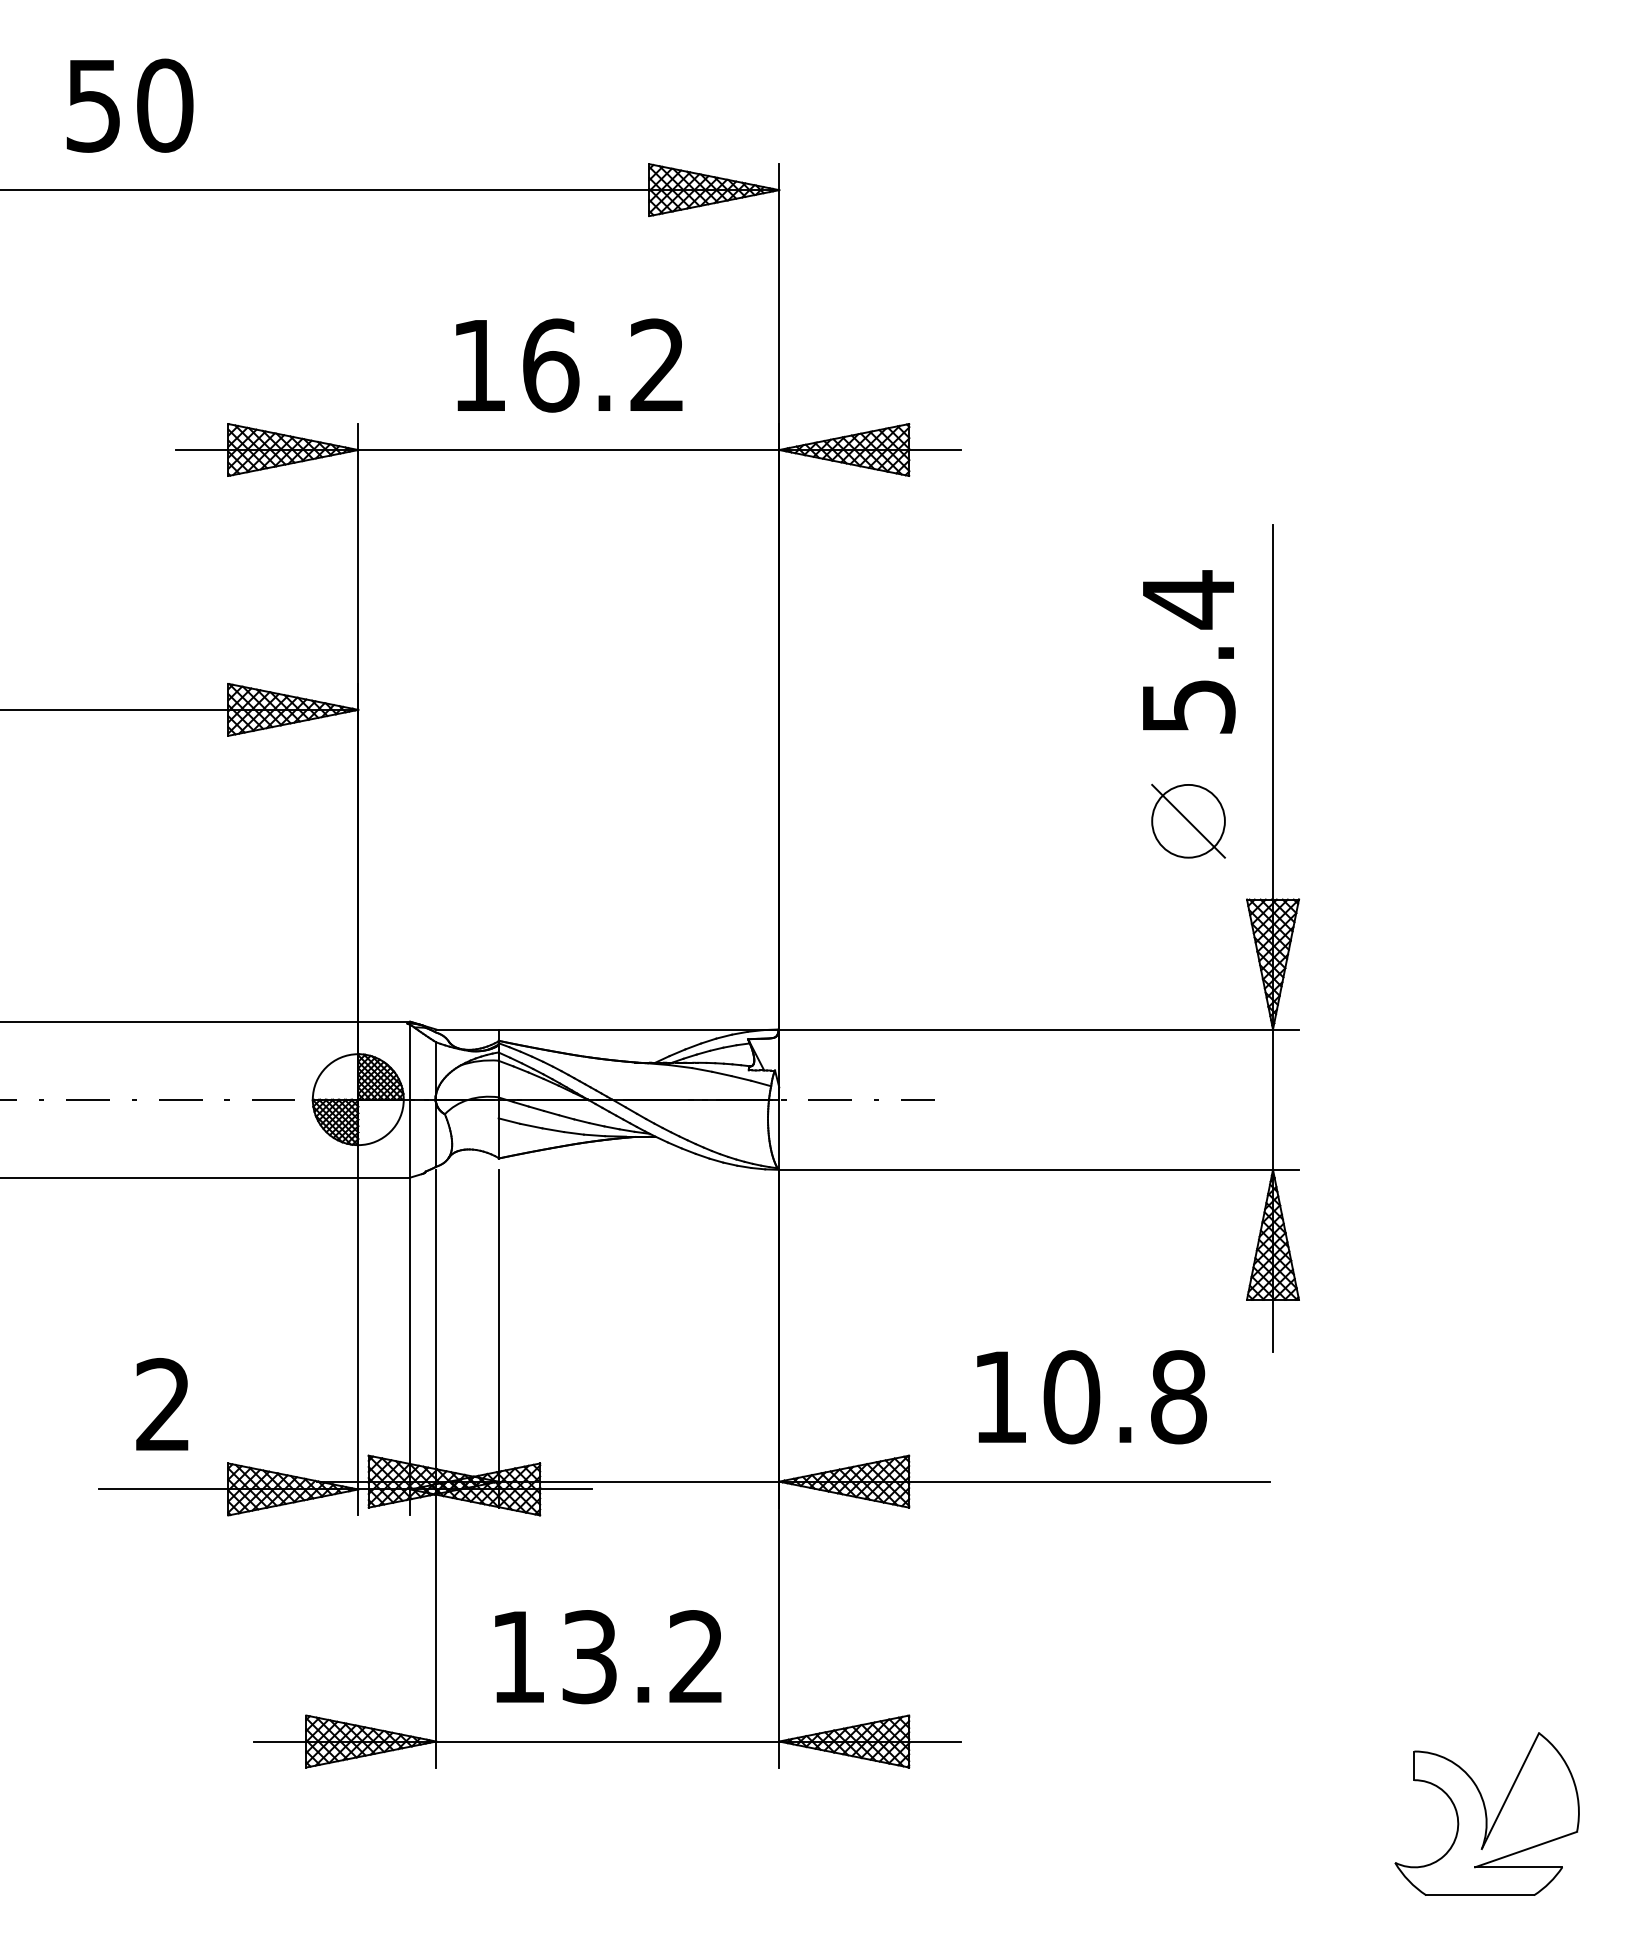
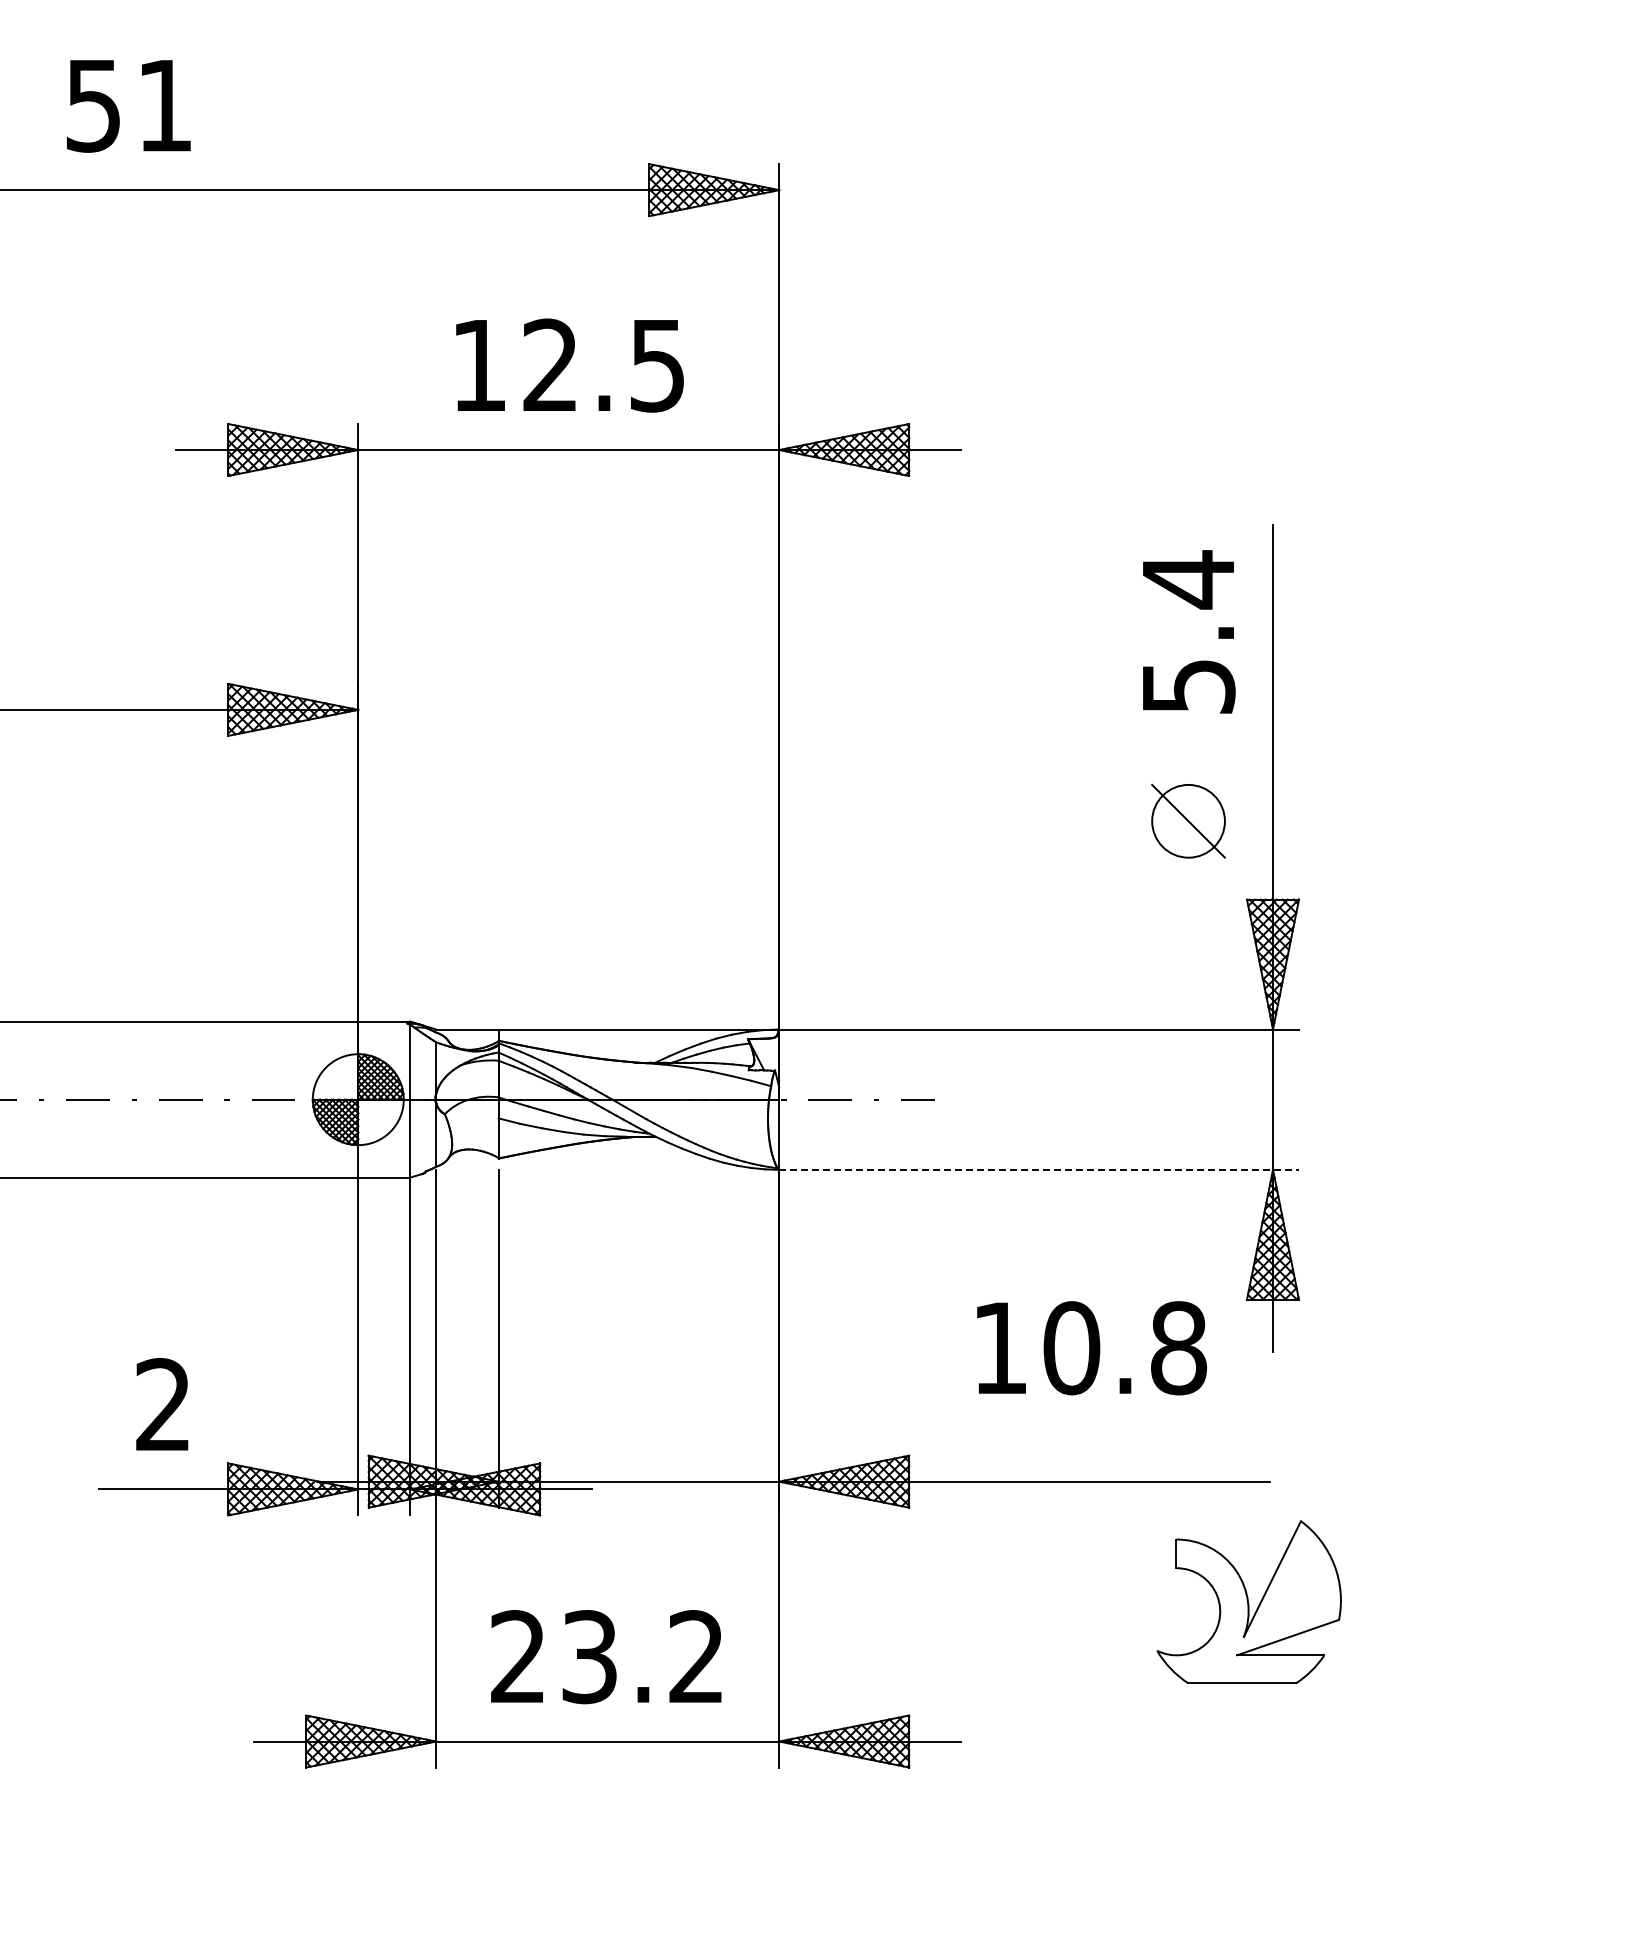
text at (165, 105): 50 -> 51
text at (603, 365): 16.2 -> 12.5
text at (1189, 651) position: (1189, 651) -> (1189, 631)
line at (1039, 1169): solid -> dashed
text at (1091, 1397) position: (1091, 1397) -> (1091, 1348)
text at (517, 1656): 13.2 -> 23.2
part at (1486, 1813) position: (1486, 1813) -> (1248, 1601)
